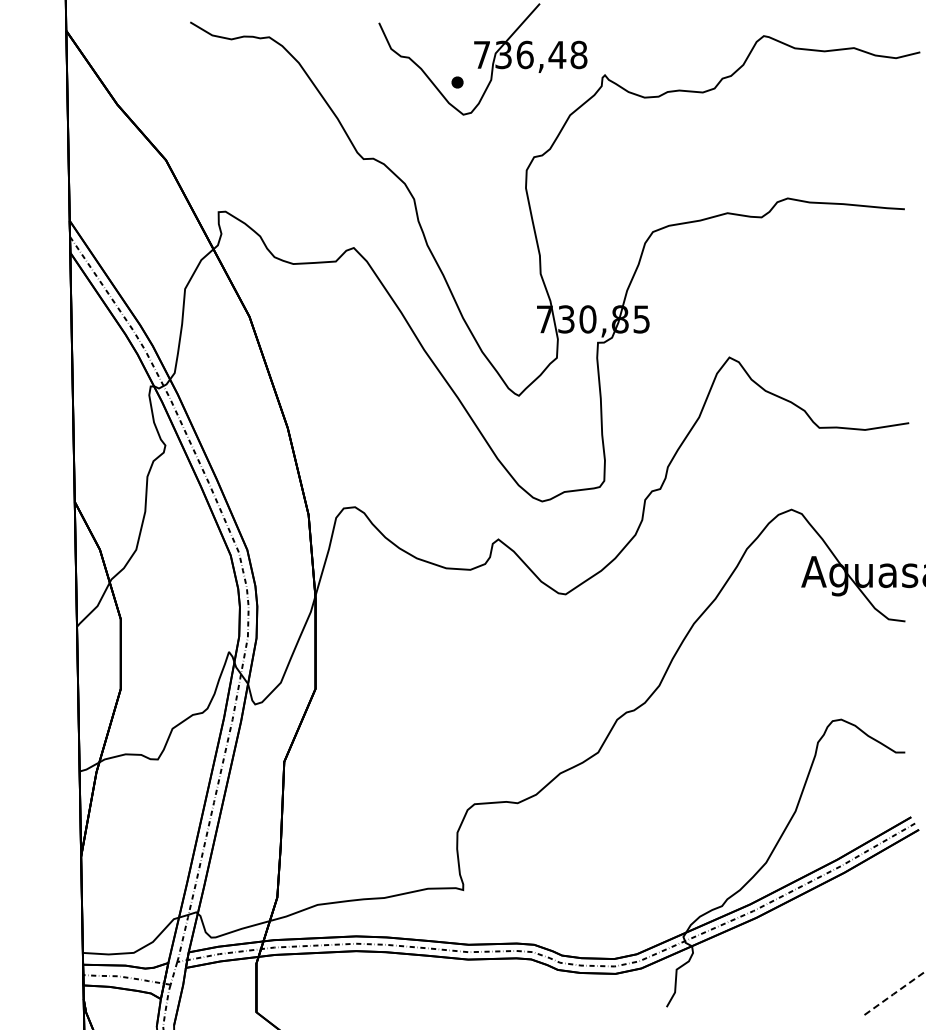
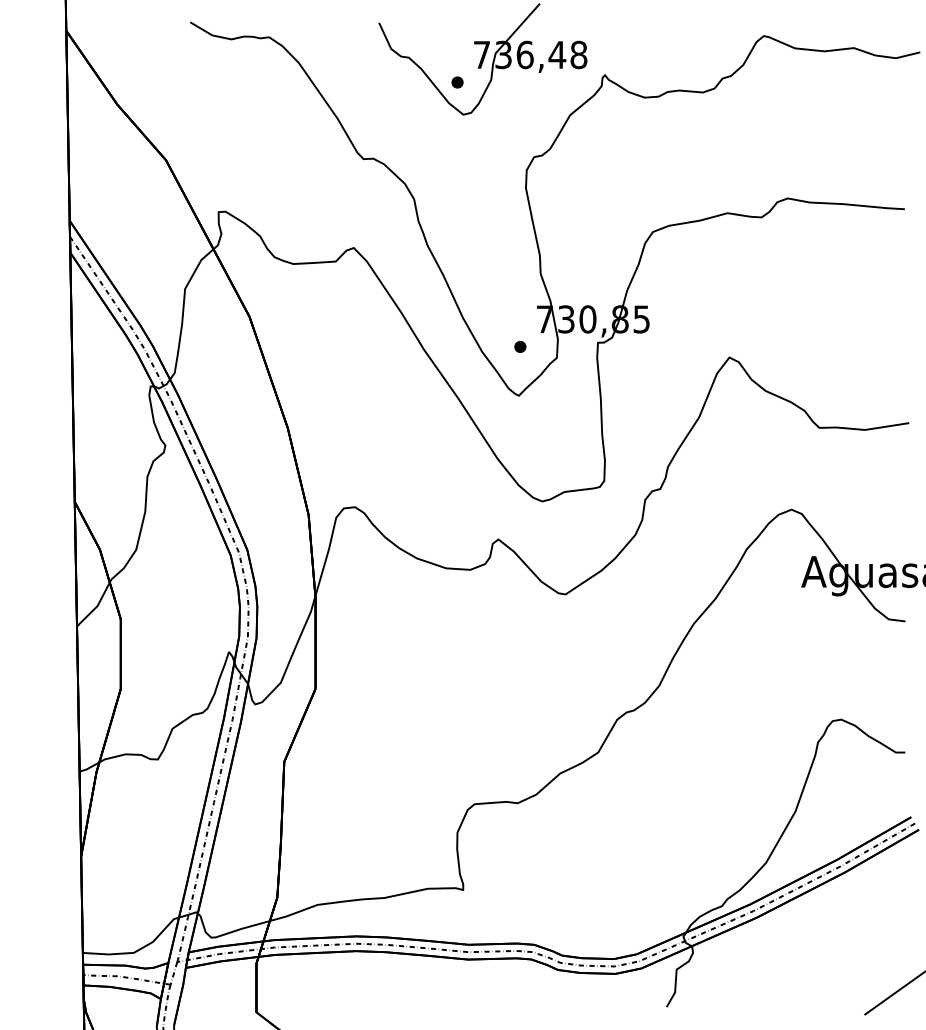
part at (520, 346): none -> present
line at (894, 993): dashed -> solid
